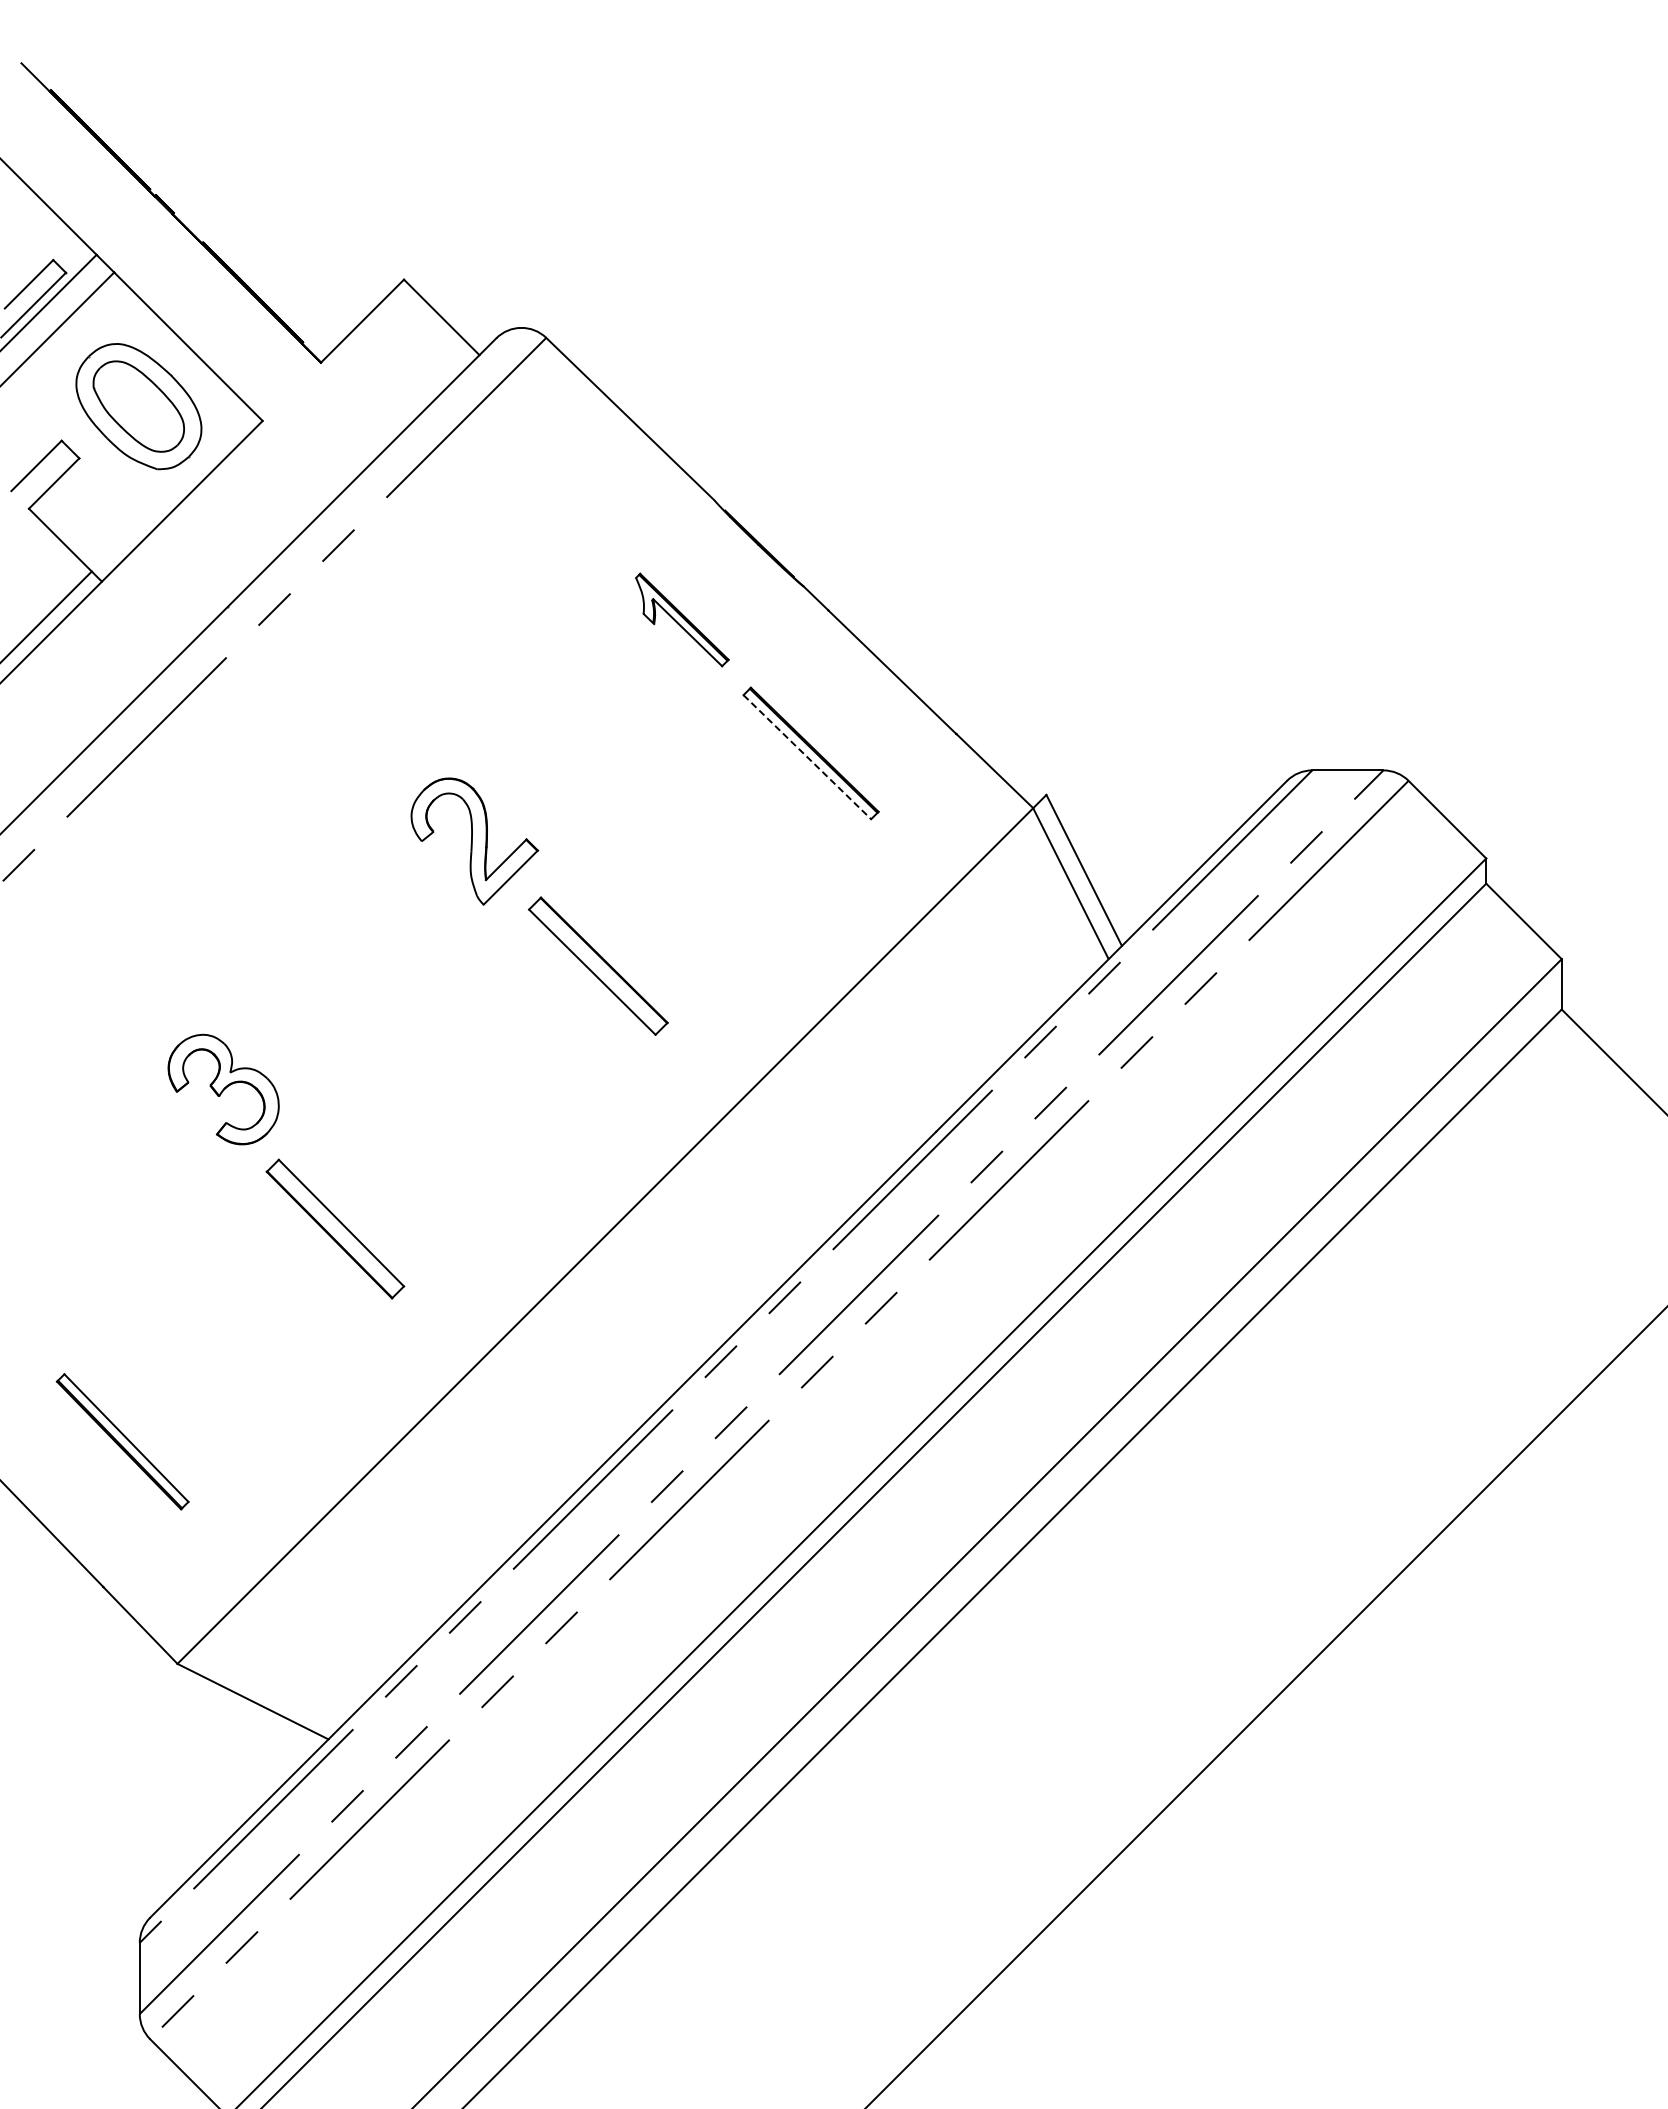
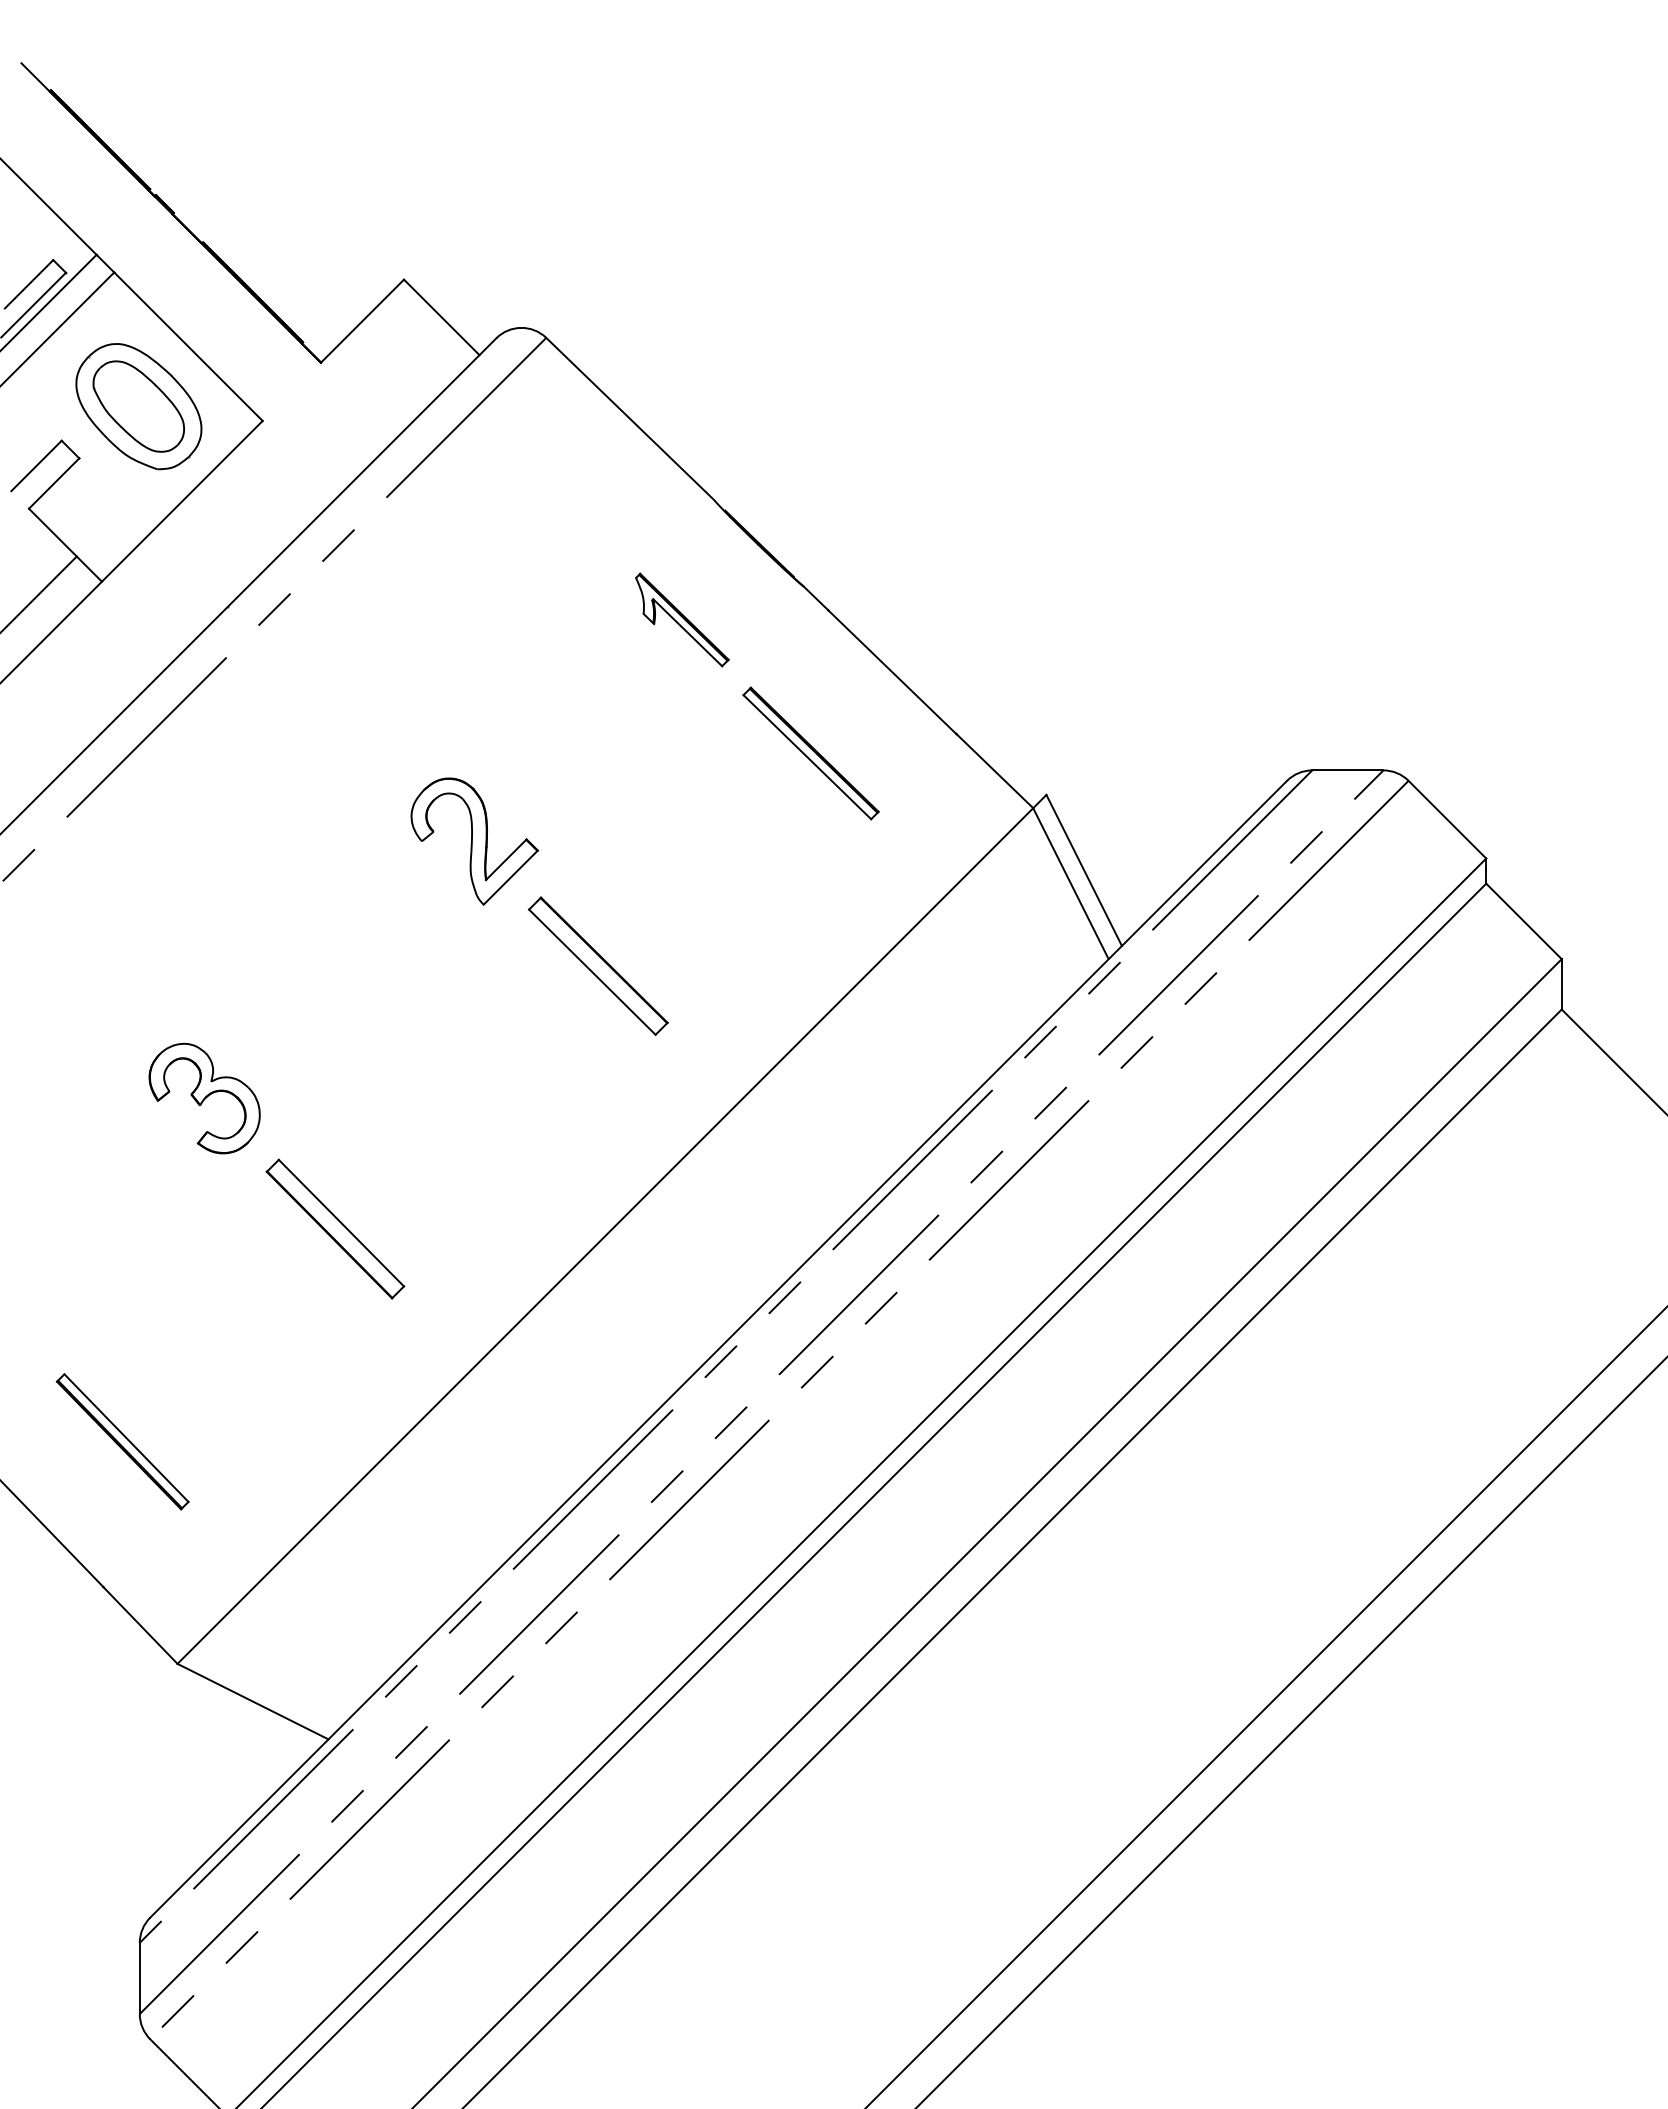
line at (46, 615) position: (46, 615) -> (39, 593)
line at (807, 757): dashed -> solid
part at (223, 1089) position: (223, 1089) -> (204, 1098)
line at (1291, 1732): none -> present
